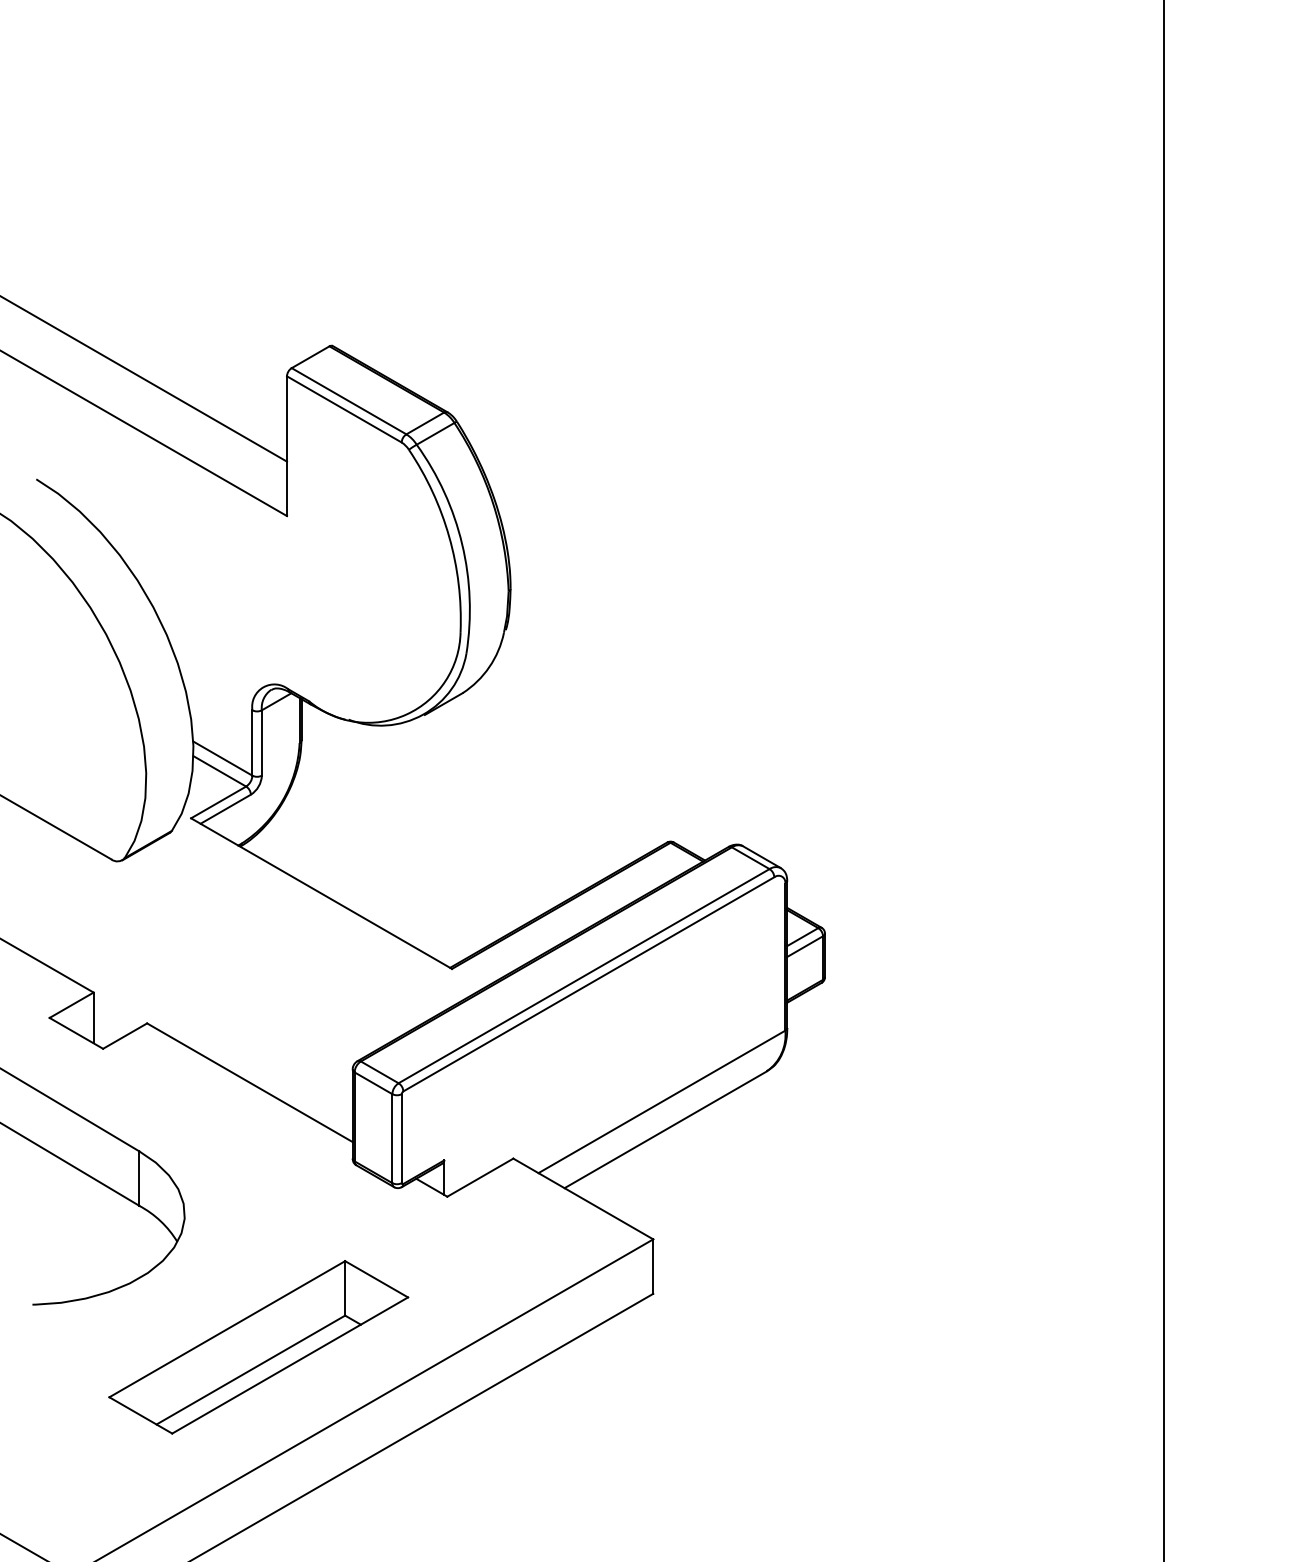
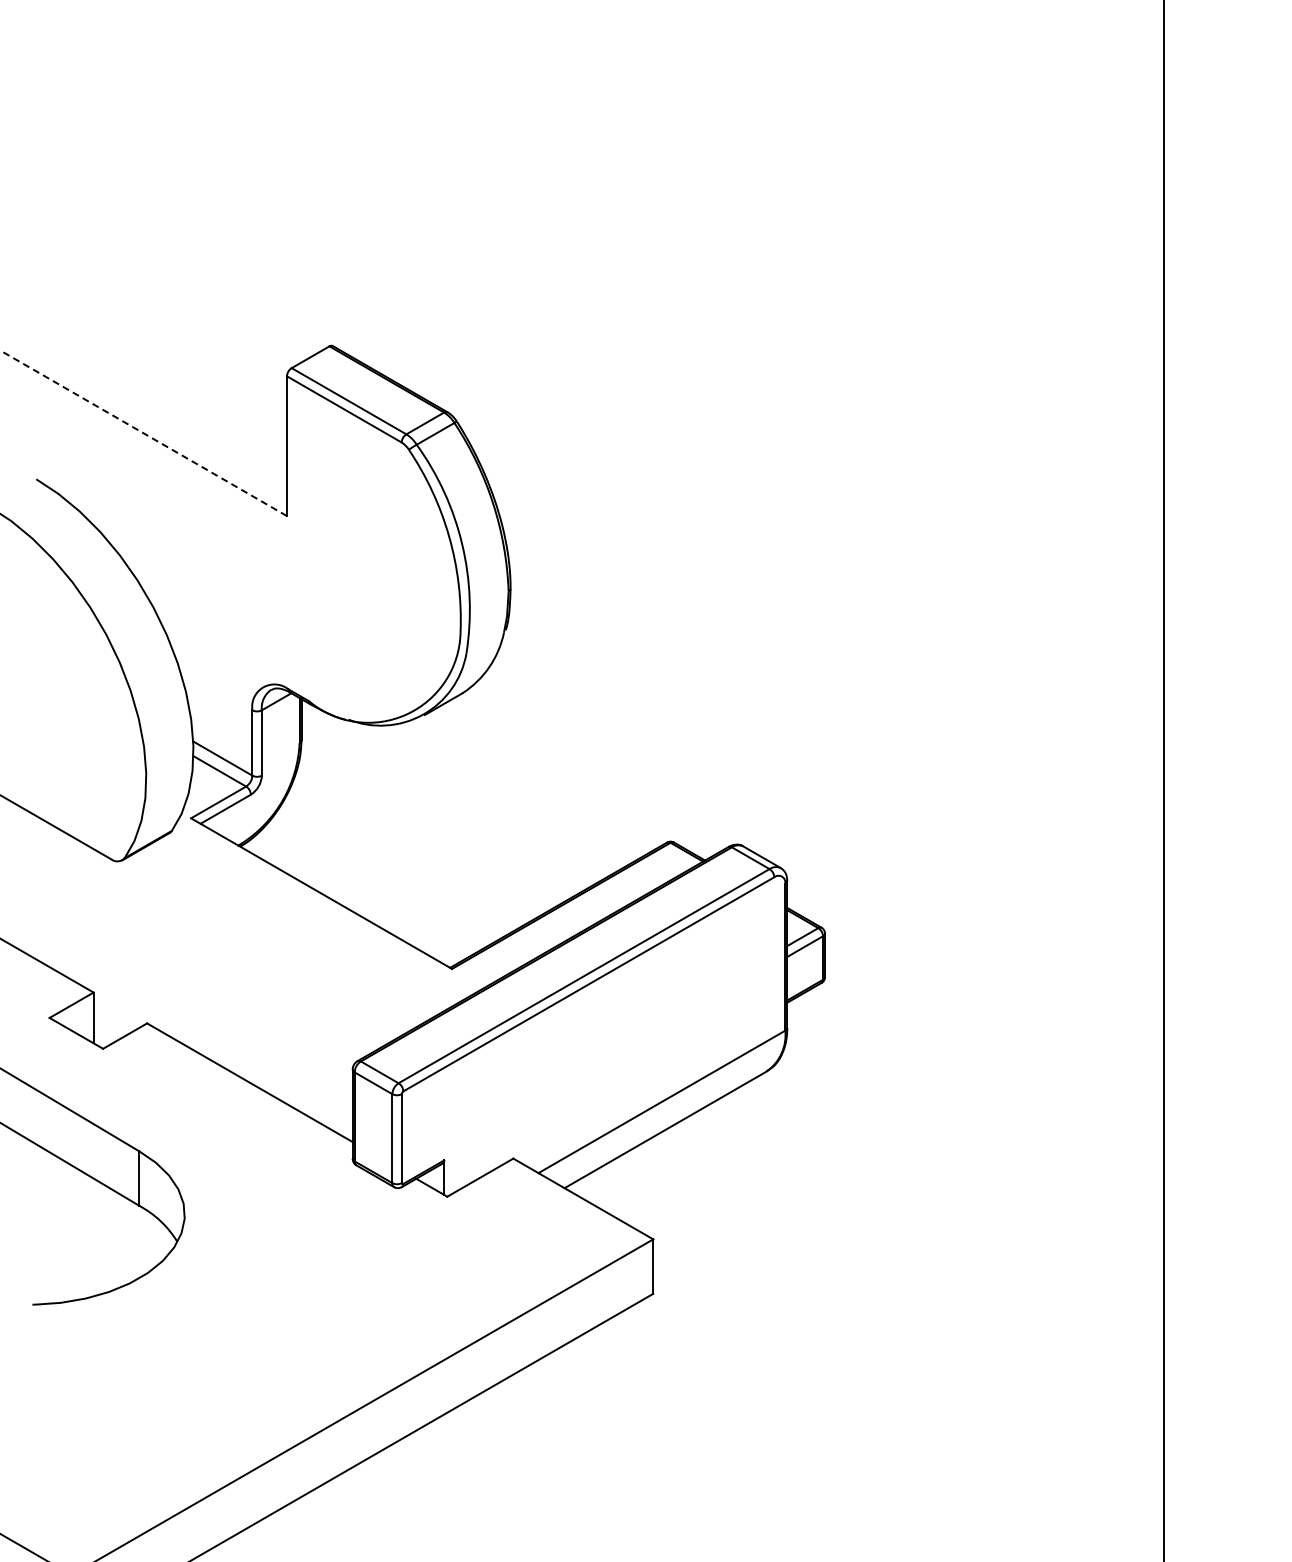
line at (144, 379): present -> none
line at (143, 433): solid -> dashed
part at (258, 1347): present -> none
